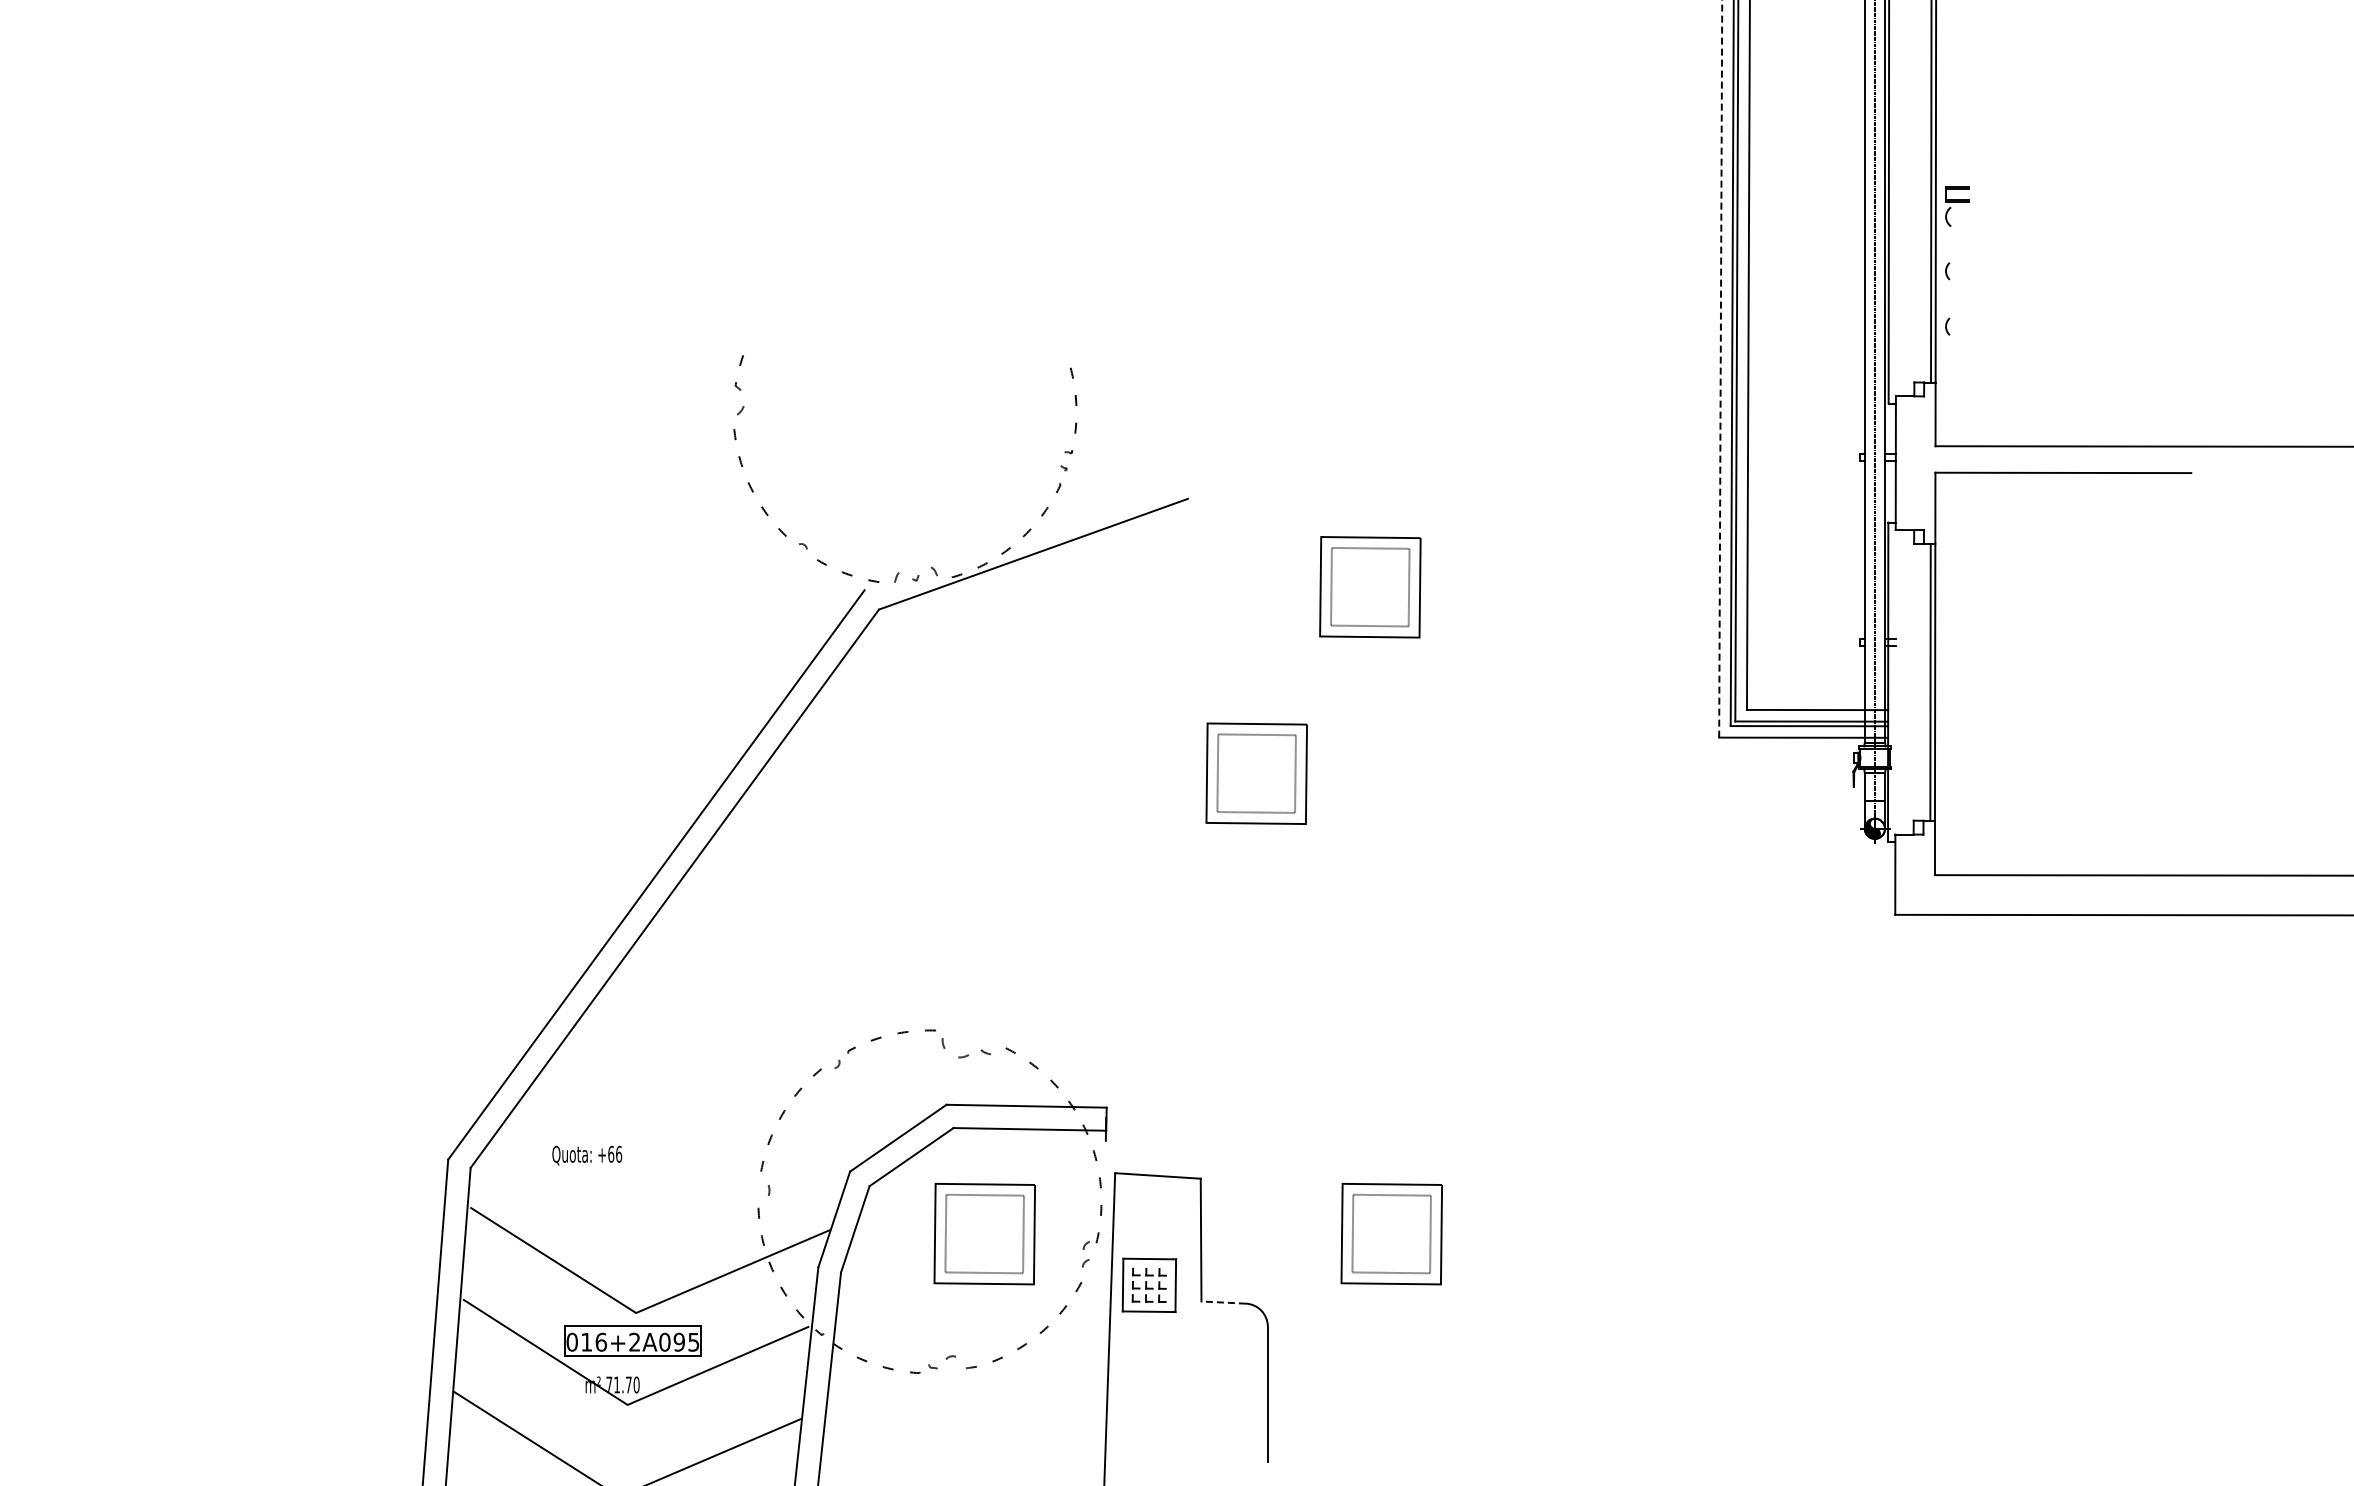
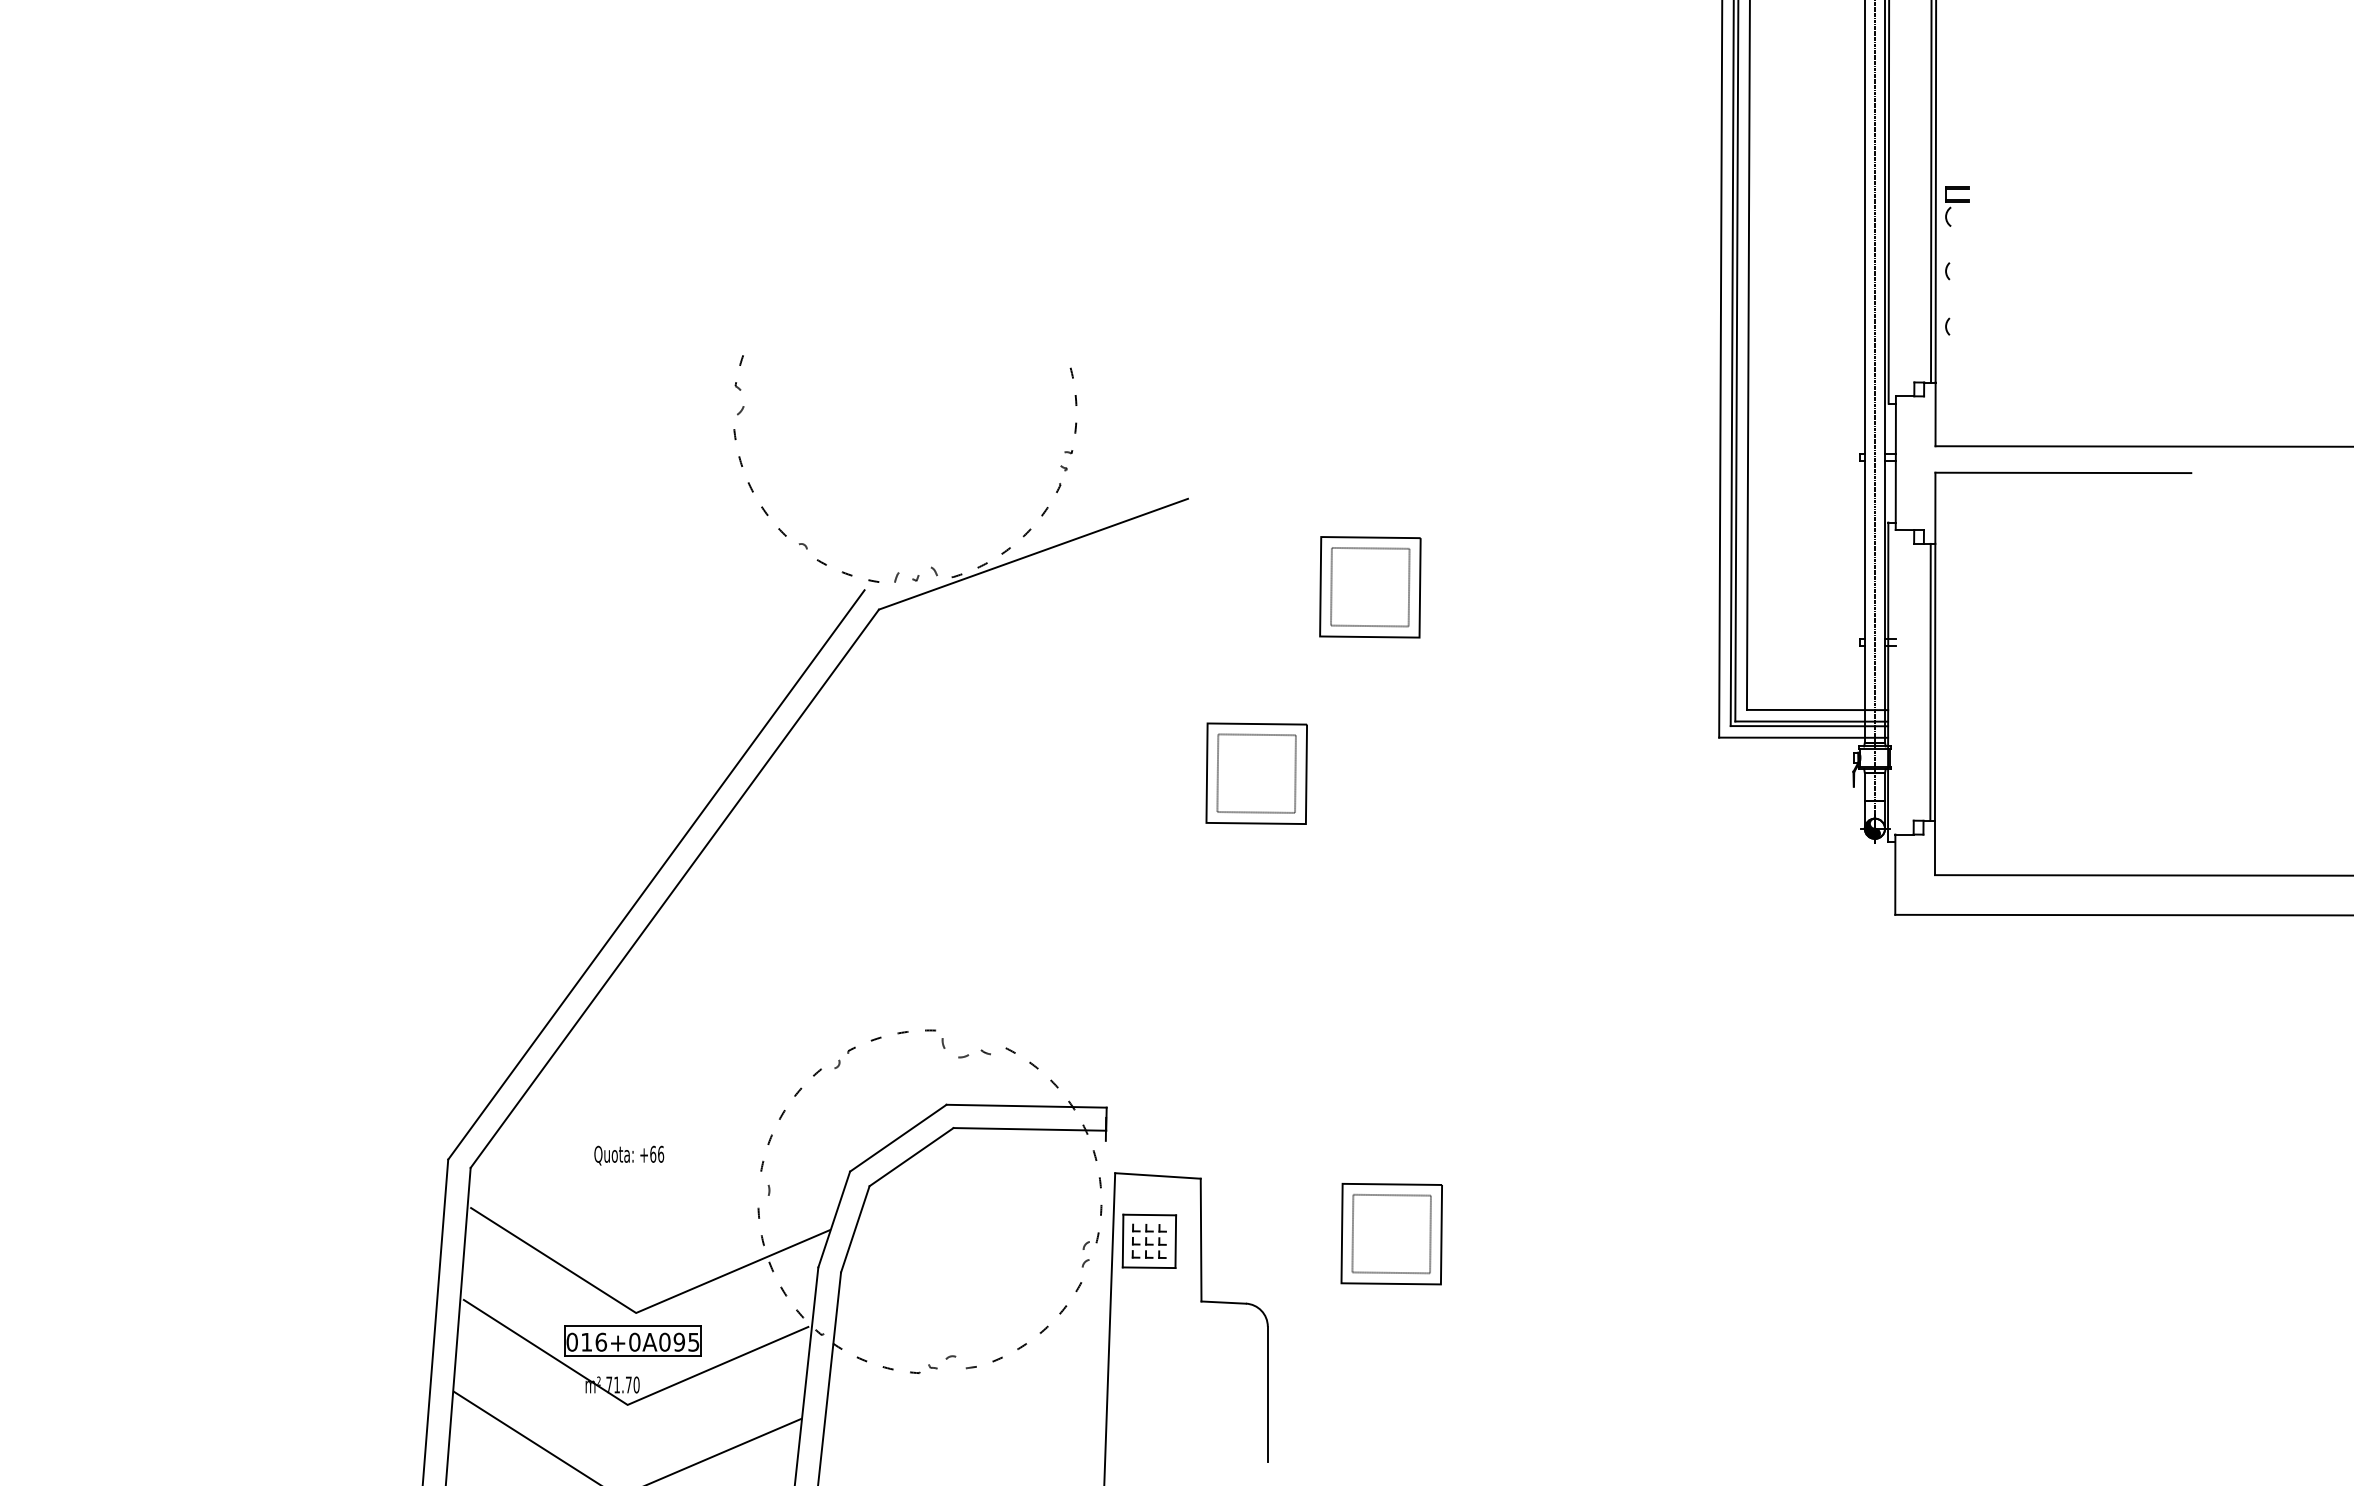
line at (1720, 368): dashed -> solid
text at (587, 1155) position: (587, 1155) -> (629, 1155)
part at (984, 1234): present -> none
part at (1149, 1284) position: (1149, 1284) -> (1149, 1240)
line at (1223, 1302): dashed -> solid
text at (634, 1341): 016+2A095 -> 016+0A095
